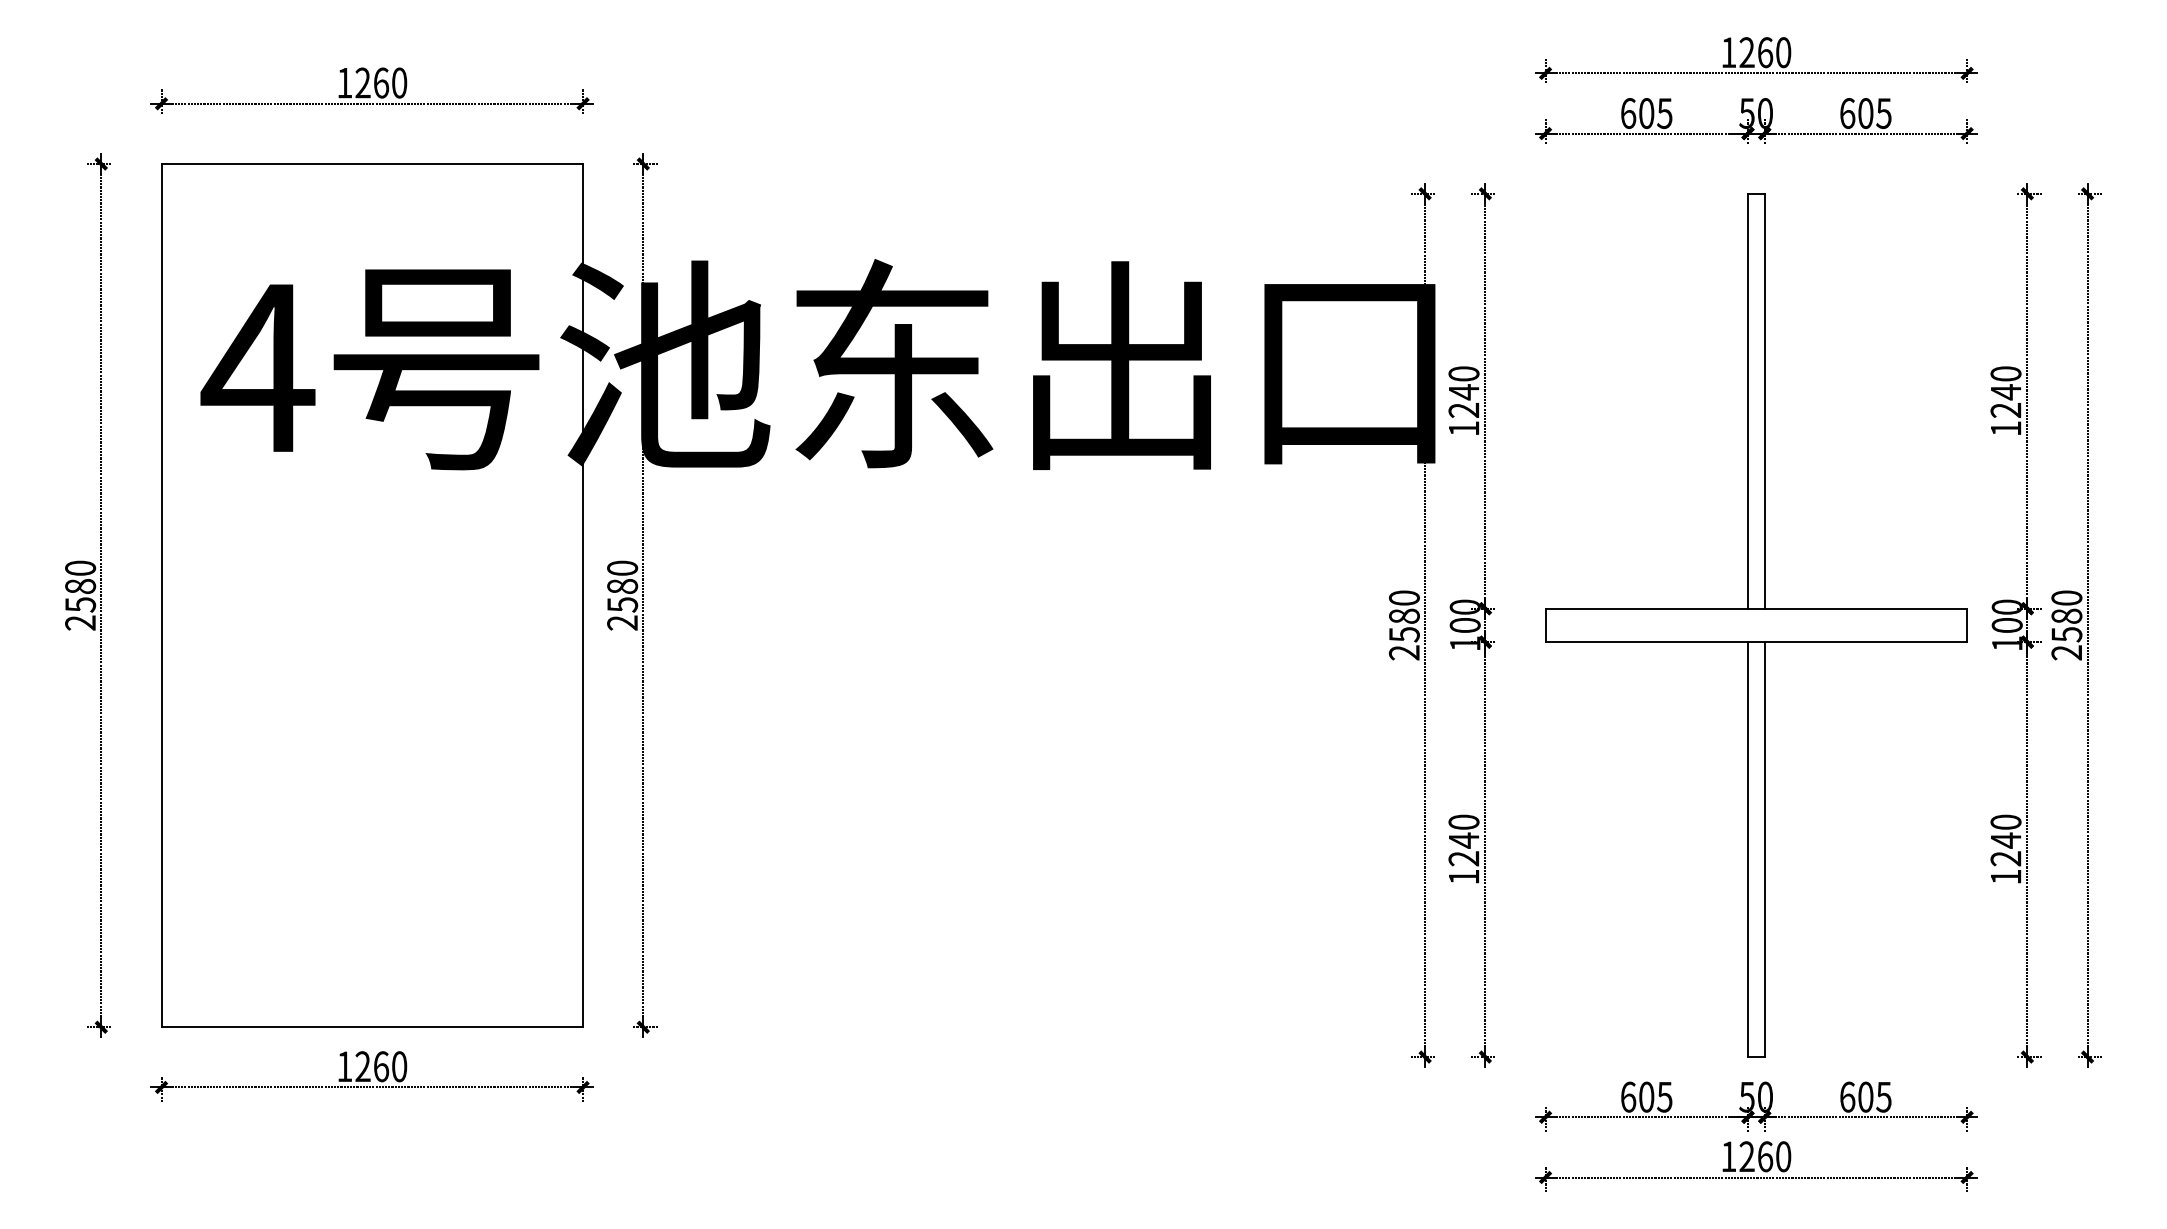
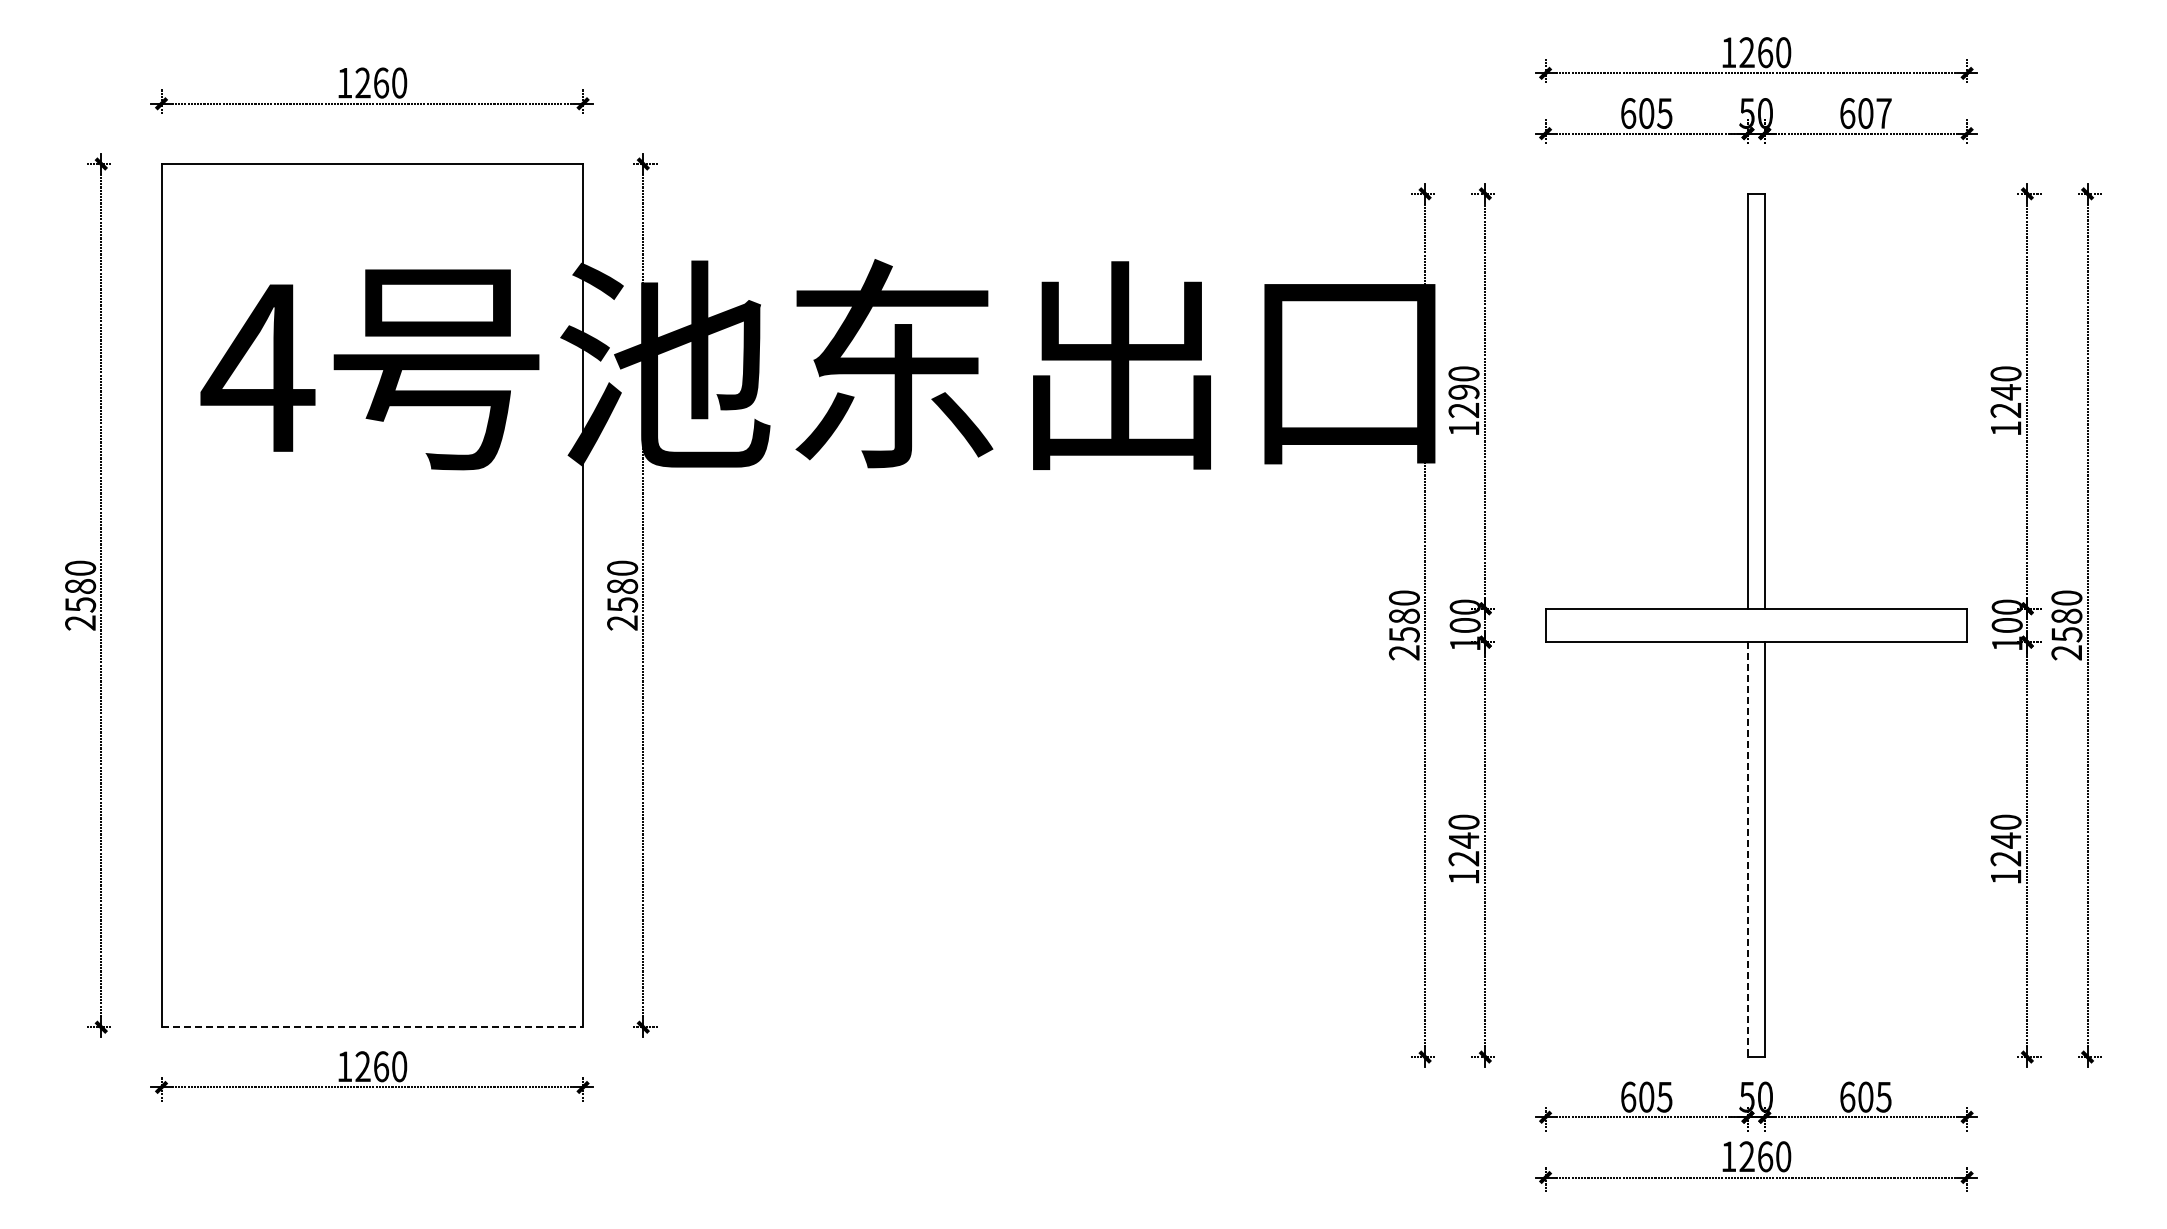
text at (1883, 113): 605 -> 607
text at (1463, 392): 1240 -> 1290
line at (1747, 850): solid -> dashed
line at (372, 1027): solid -> dashed
